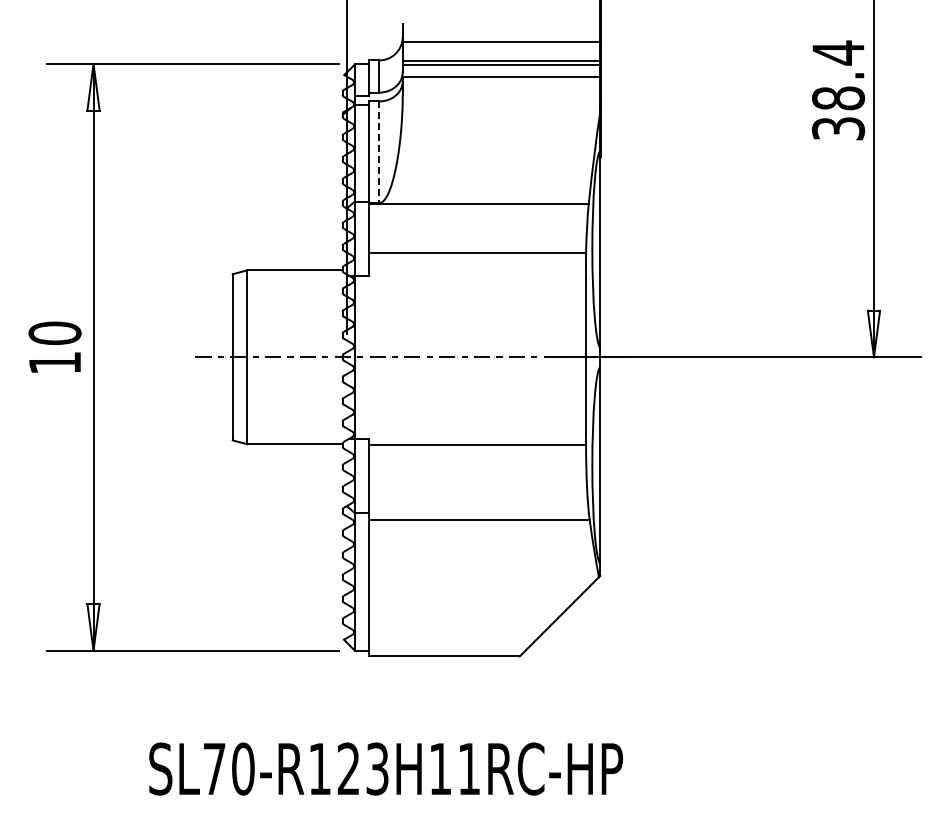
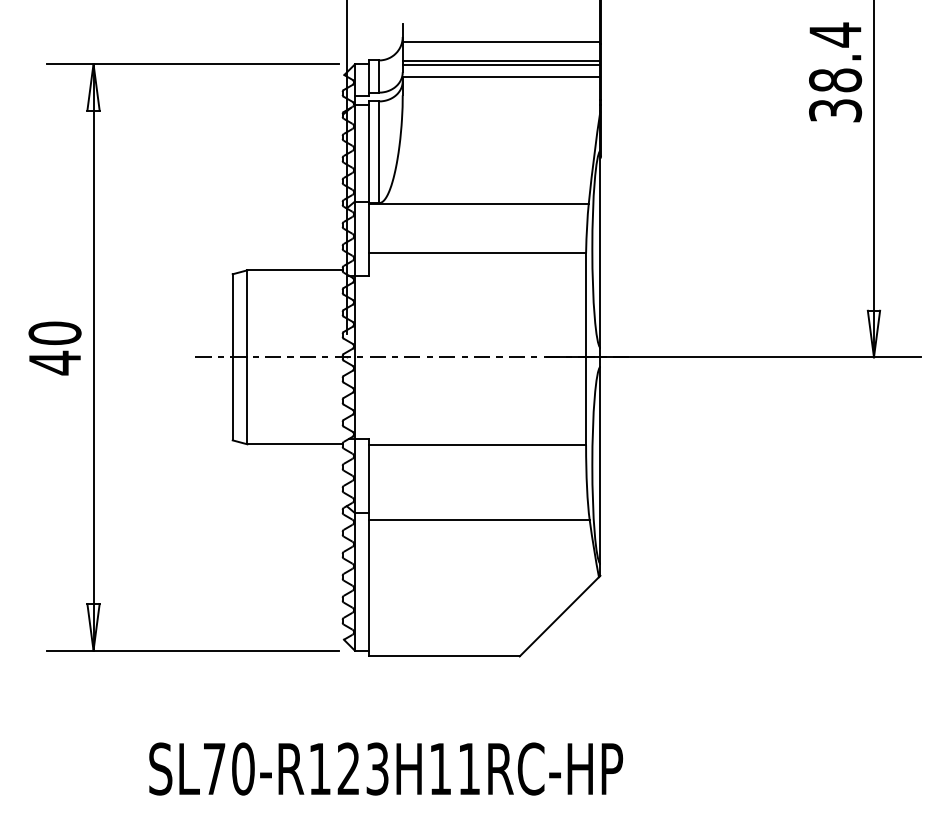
text at (838, 90) position: (838, 90) -> (835, 72)
line at (379, 152): dashed -> solid
text at (54, 362): 10 -> 40
